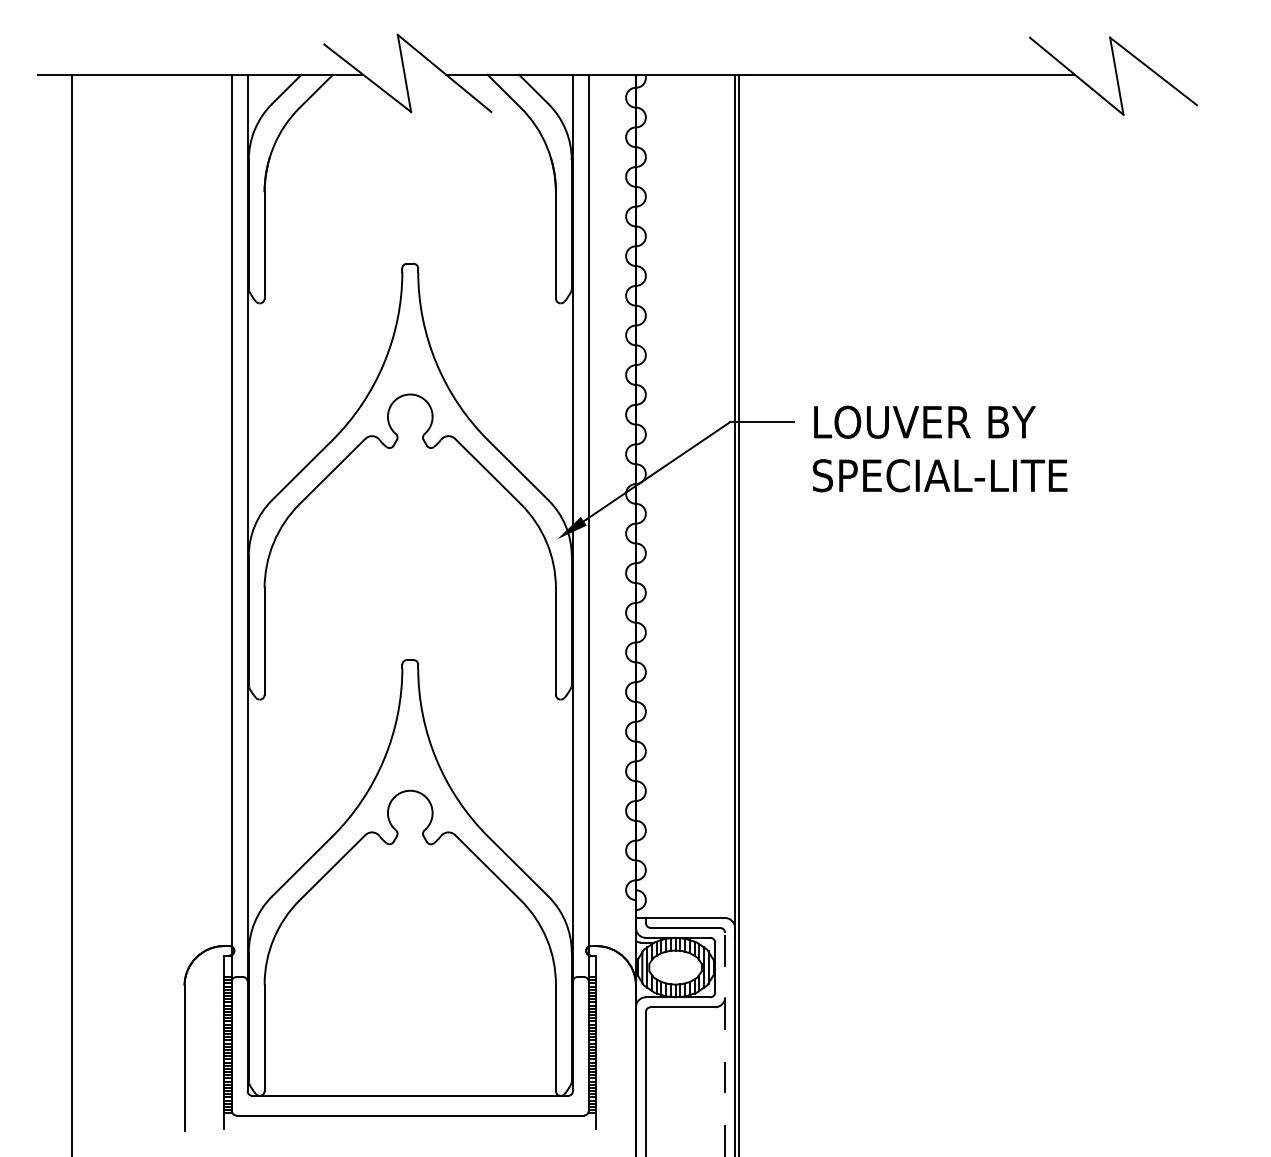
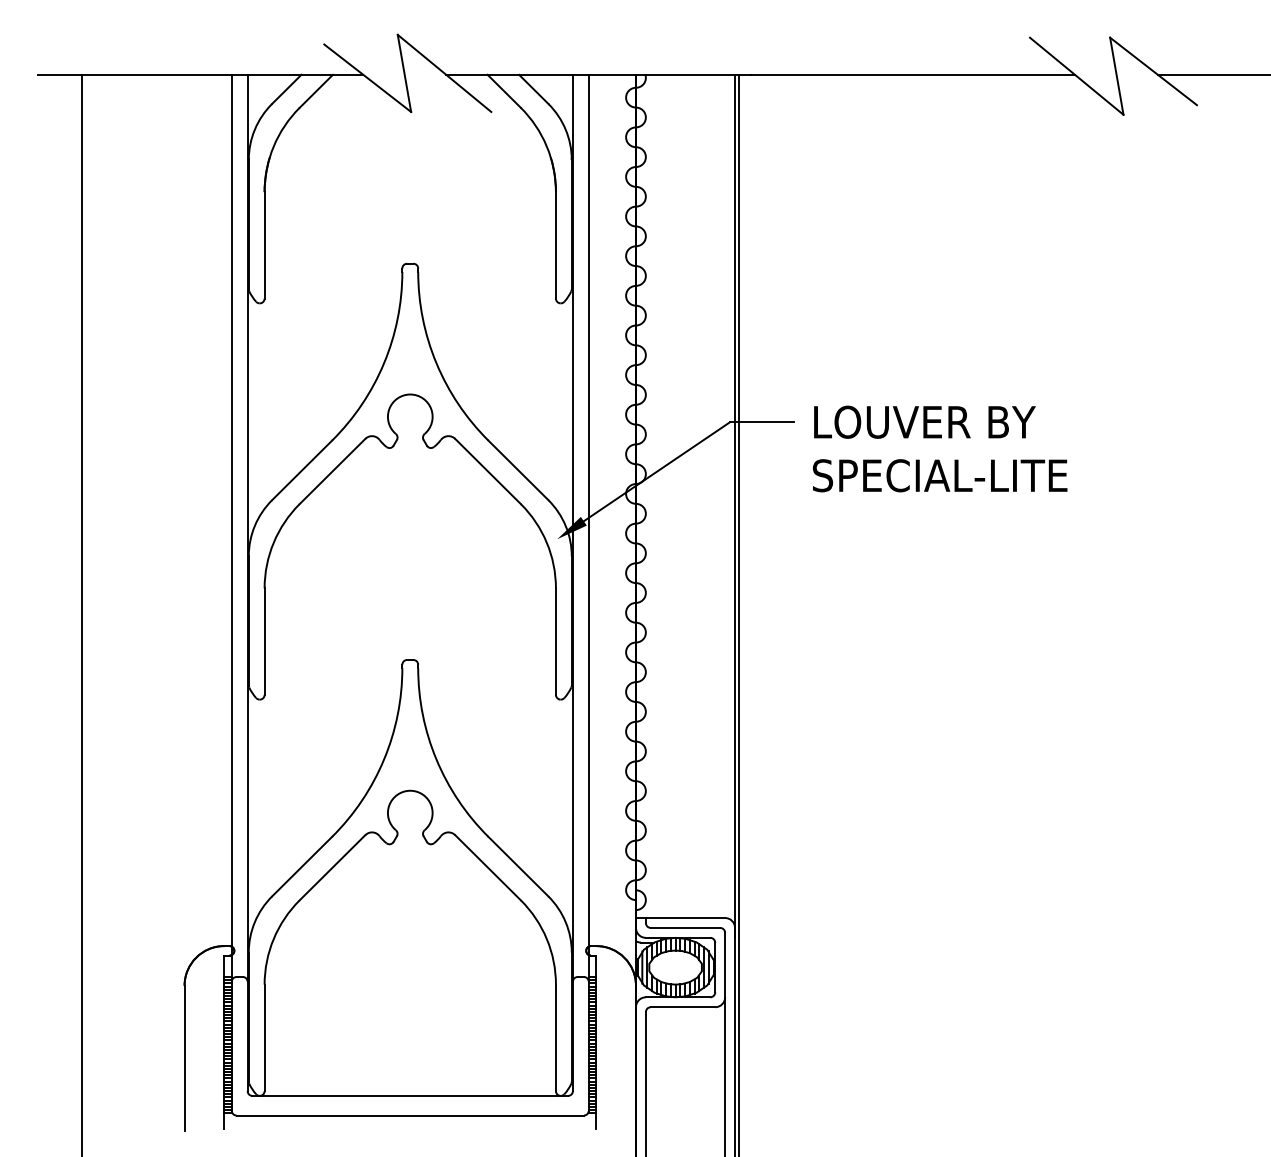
line at (1212, 74): none -> present
line at (71, 613) position: (71, 613) -> (81, 613)
line at (725, 1044): dashed -> solid
